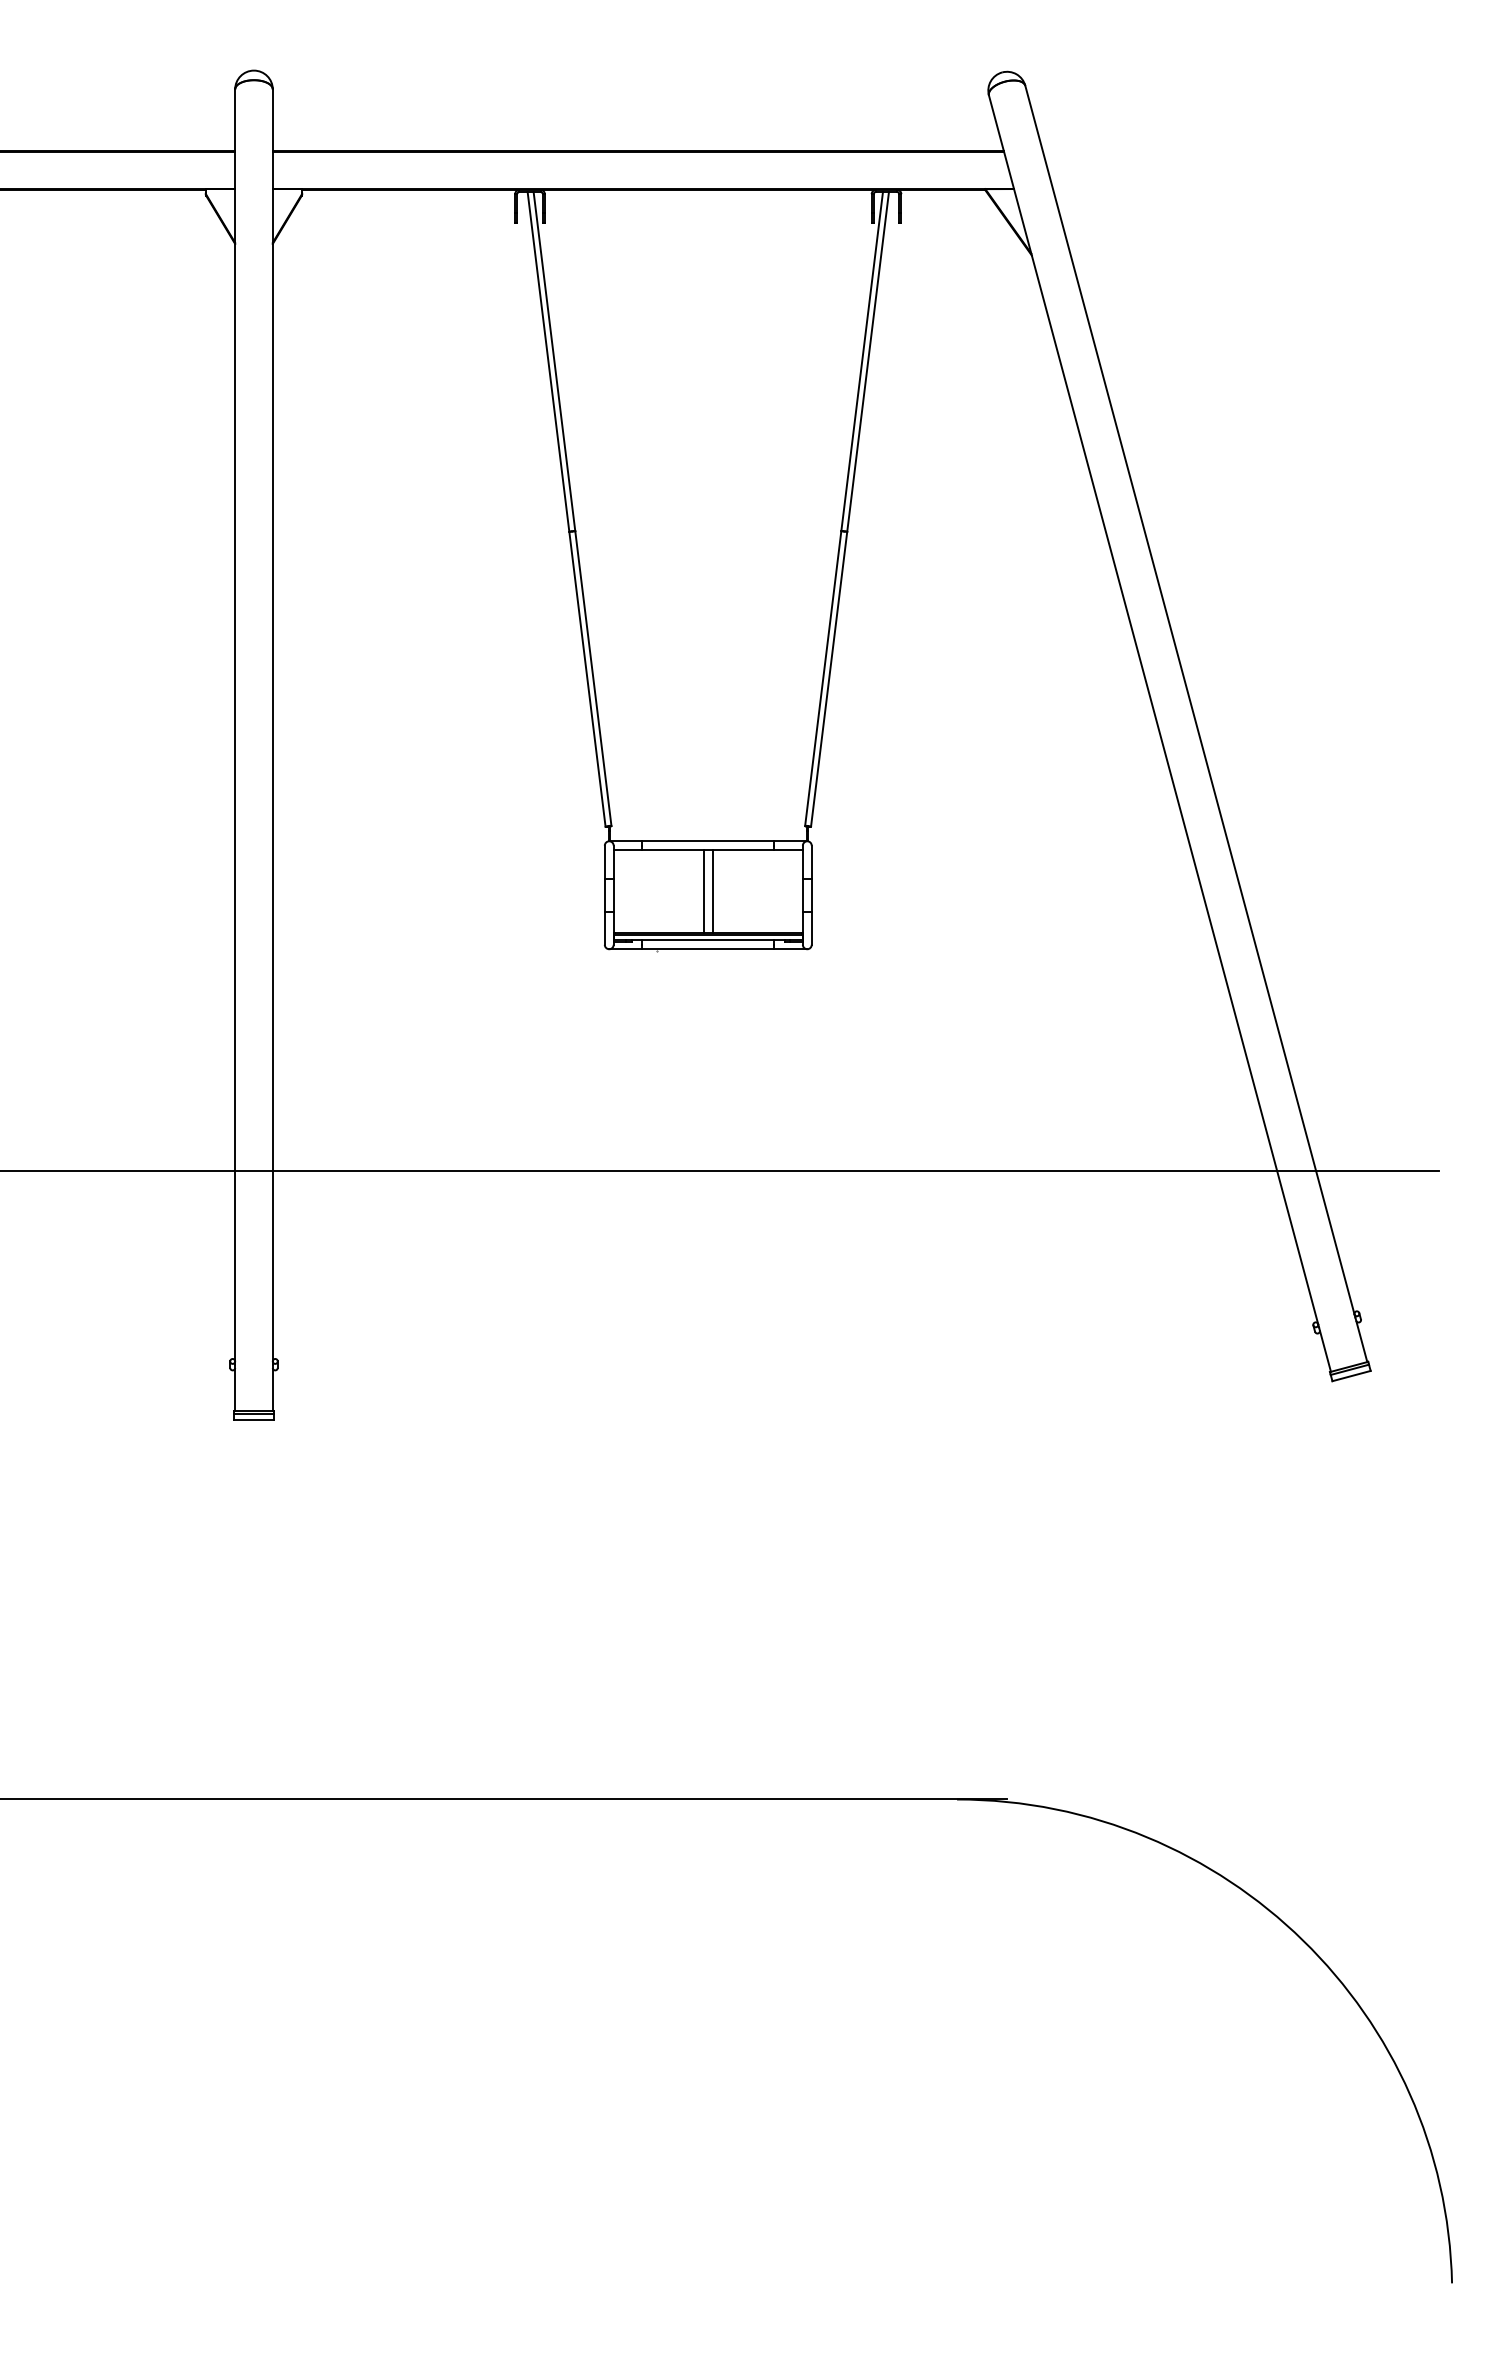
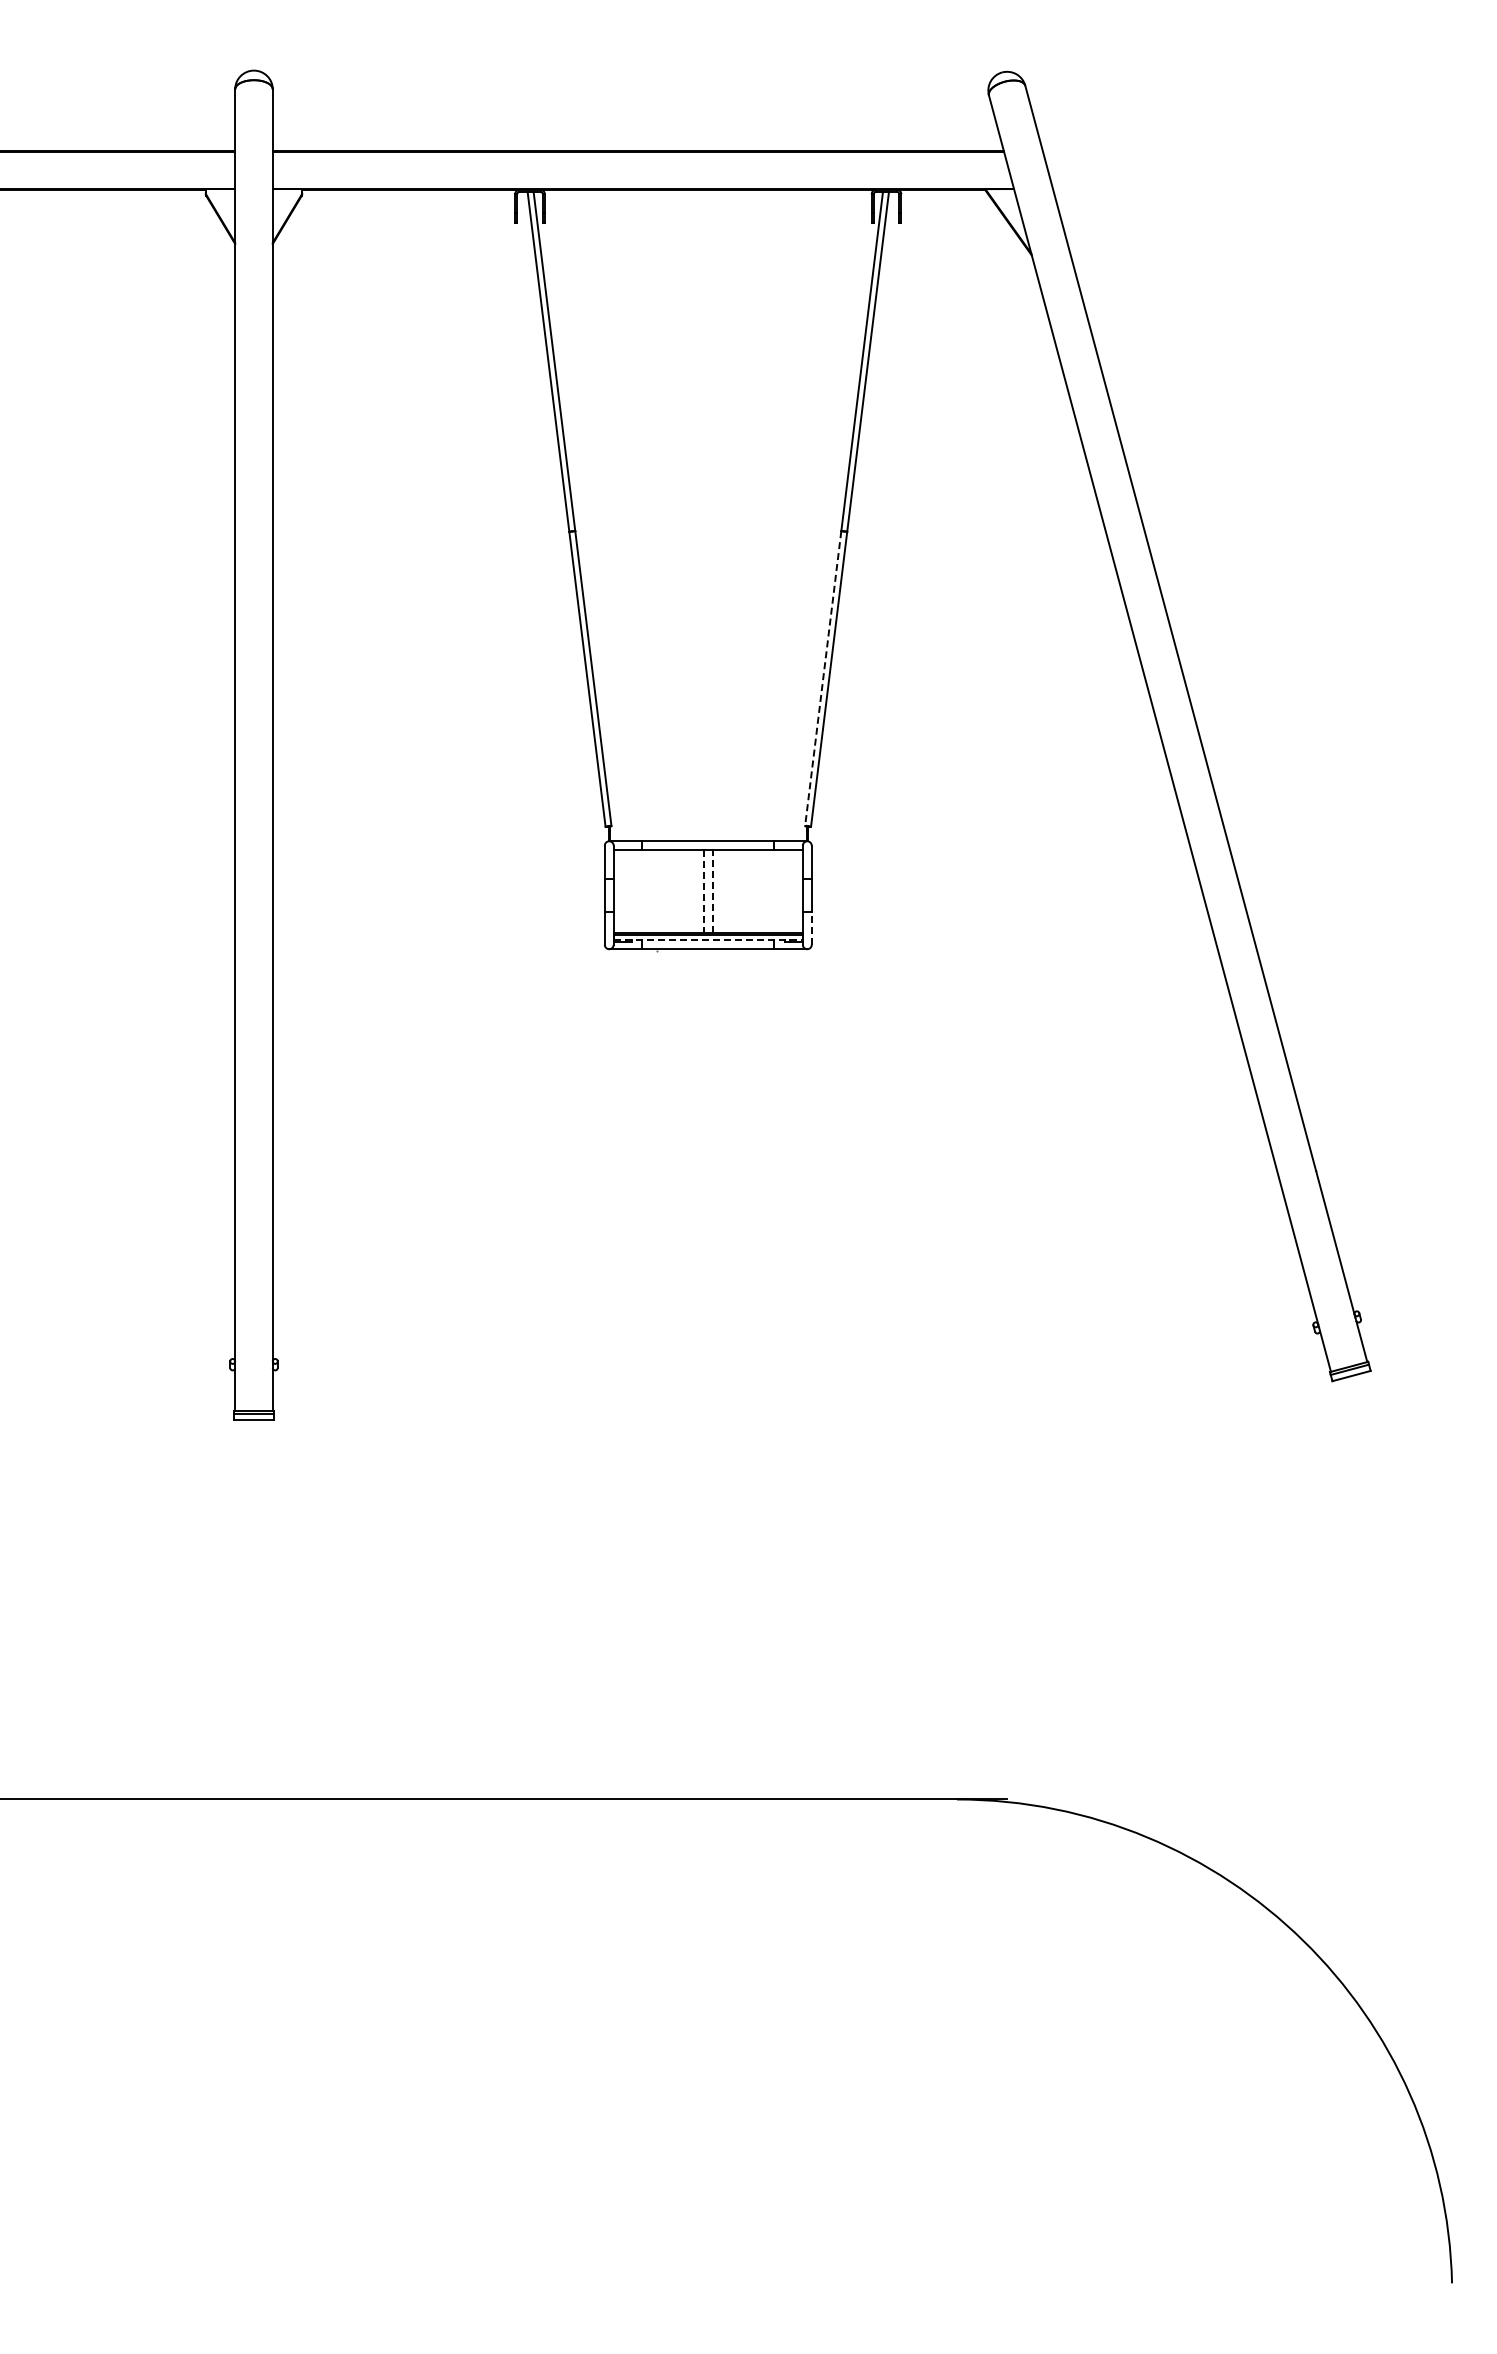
line at (823, 678): solid -> dashed
line at (712, 891): solid -> dashed
line at (703, 892): solid -> dashed
line at (811, 928): solid -> dashed
line at (708, 940): solid -> dashed
line at (720, 1170): present -> none
